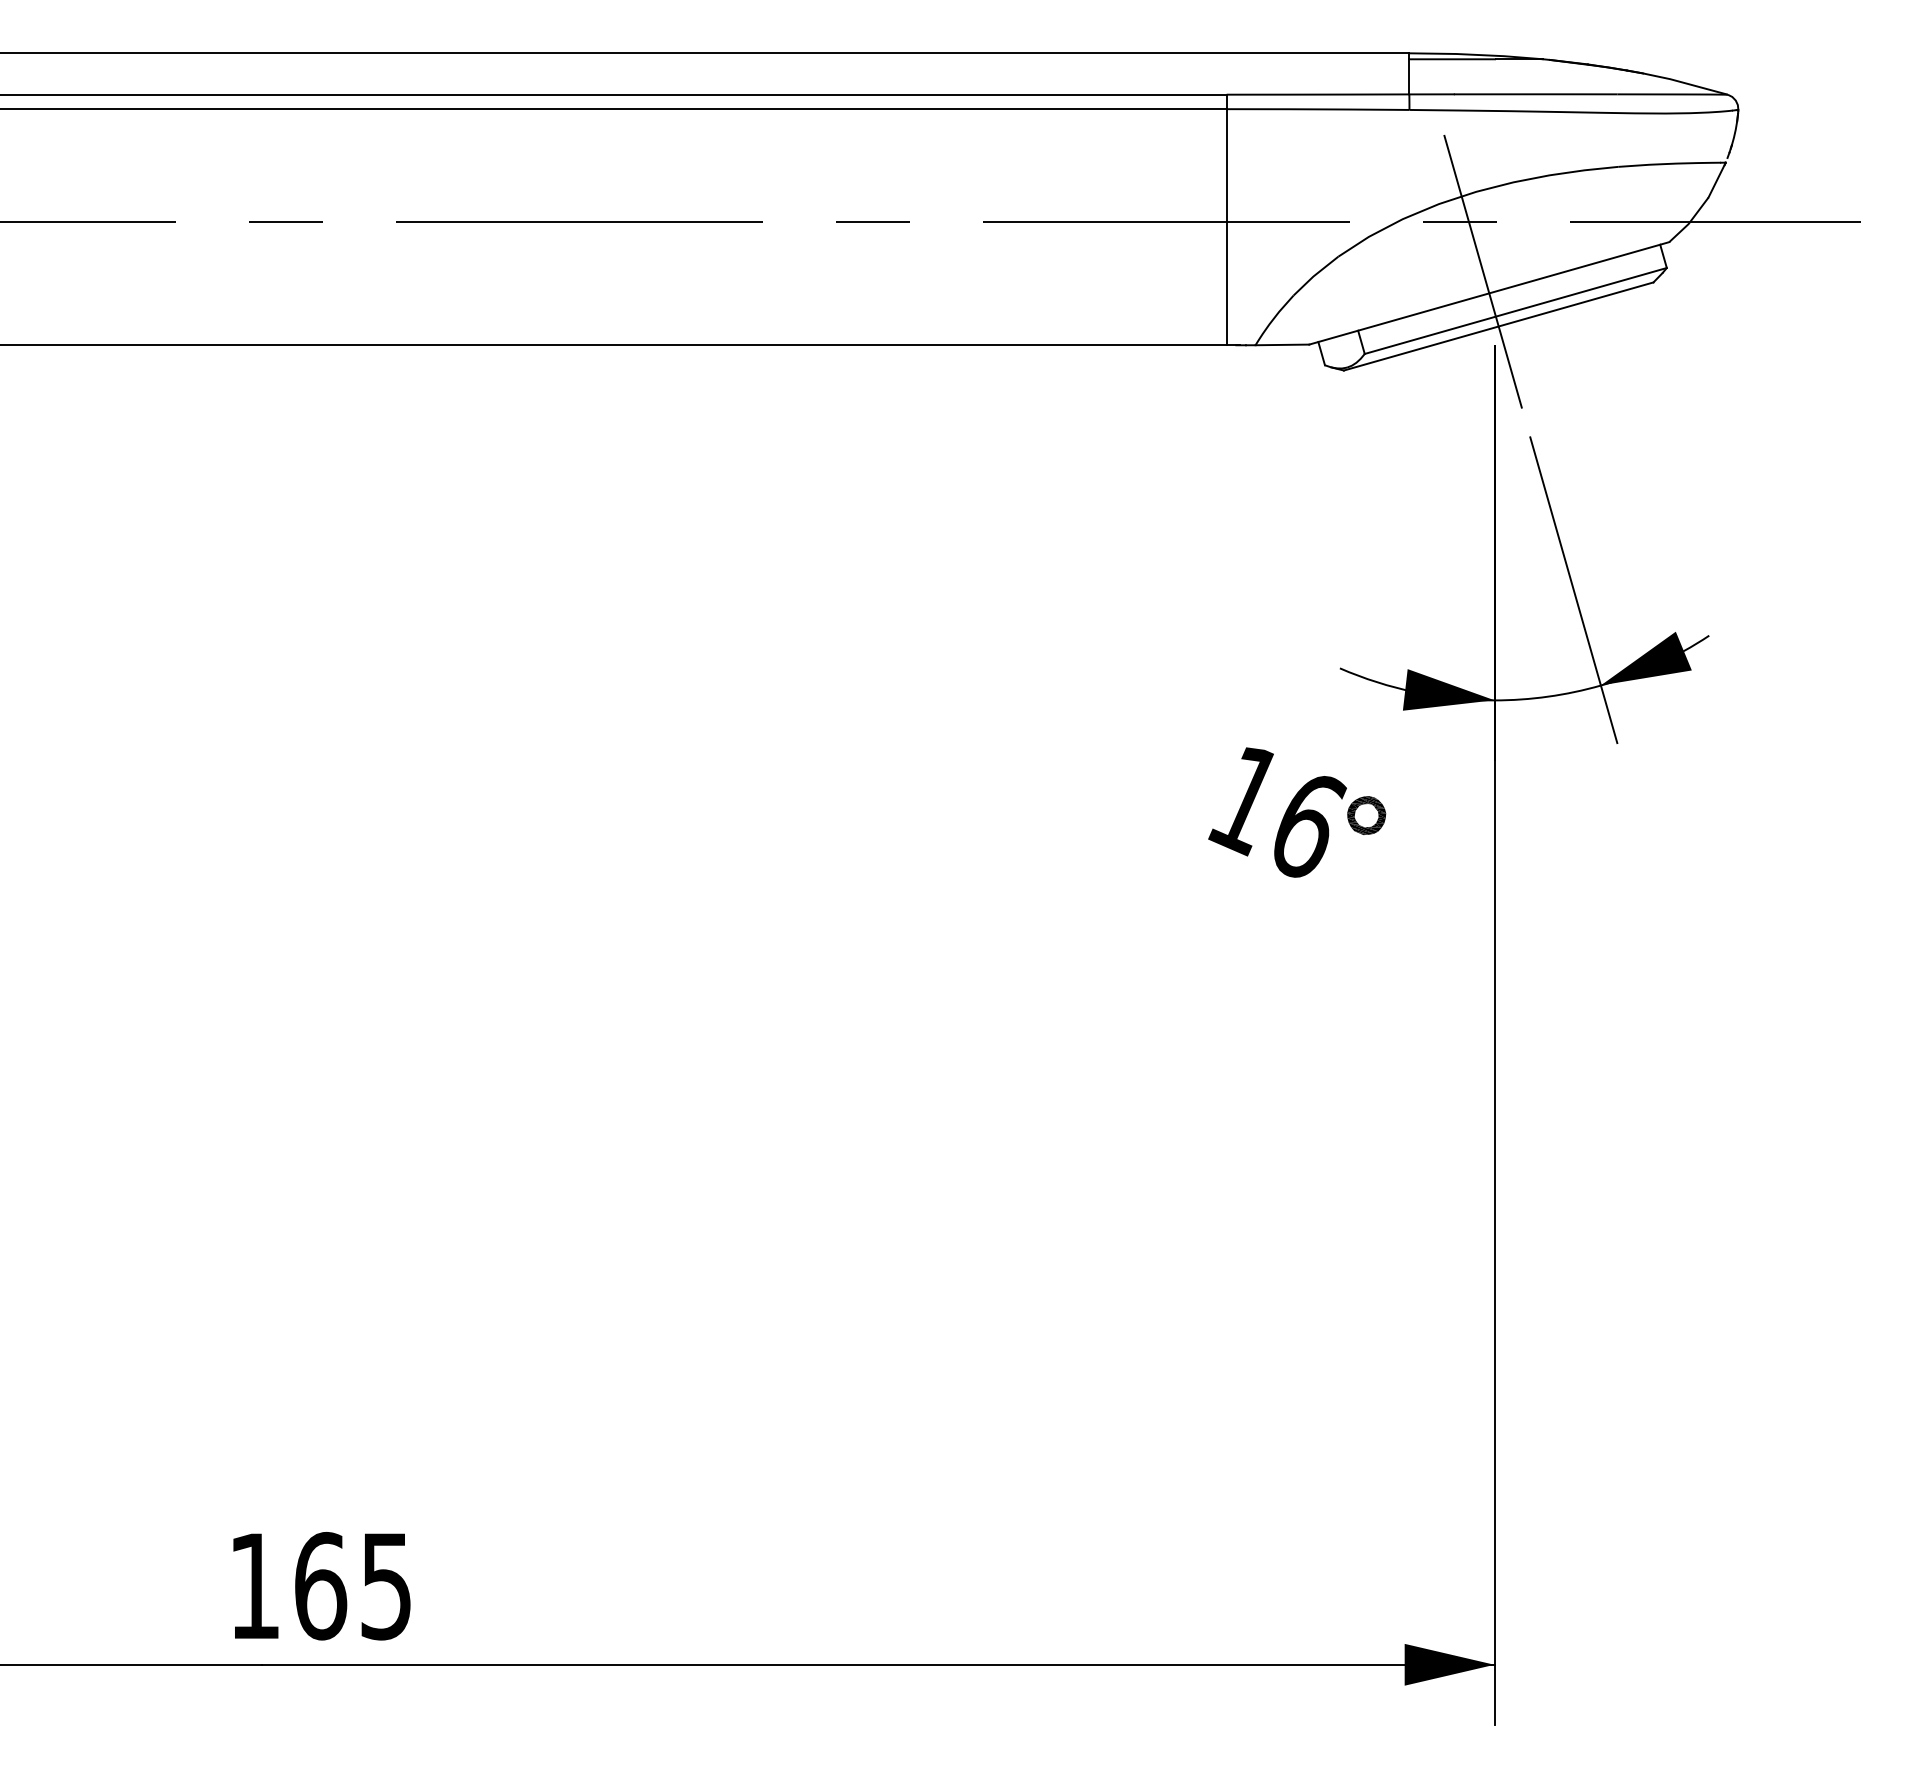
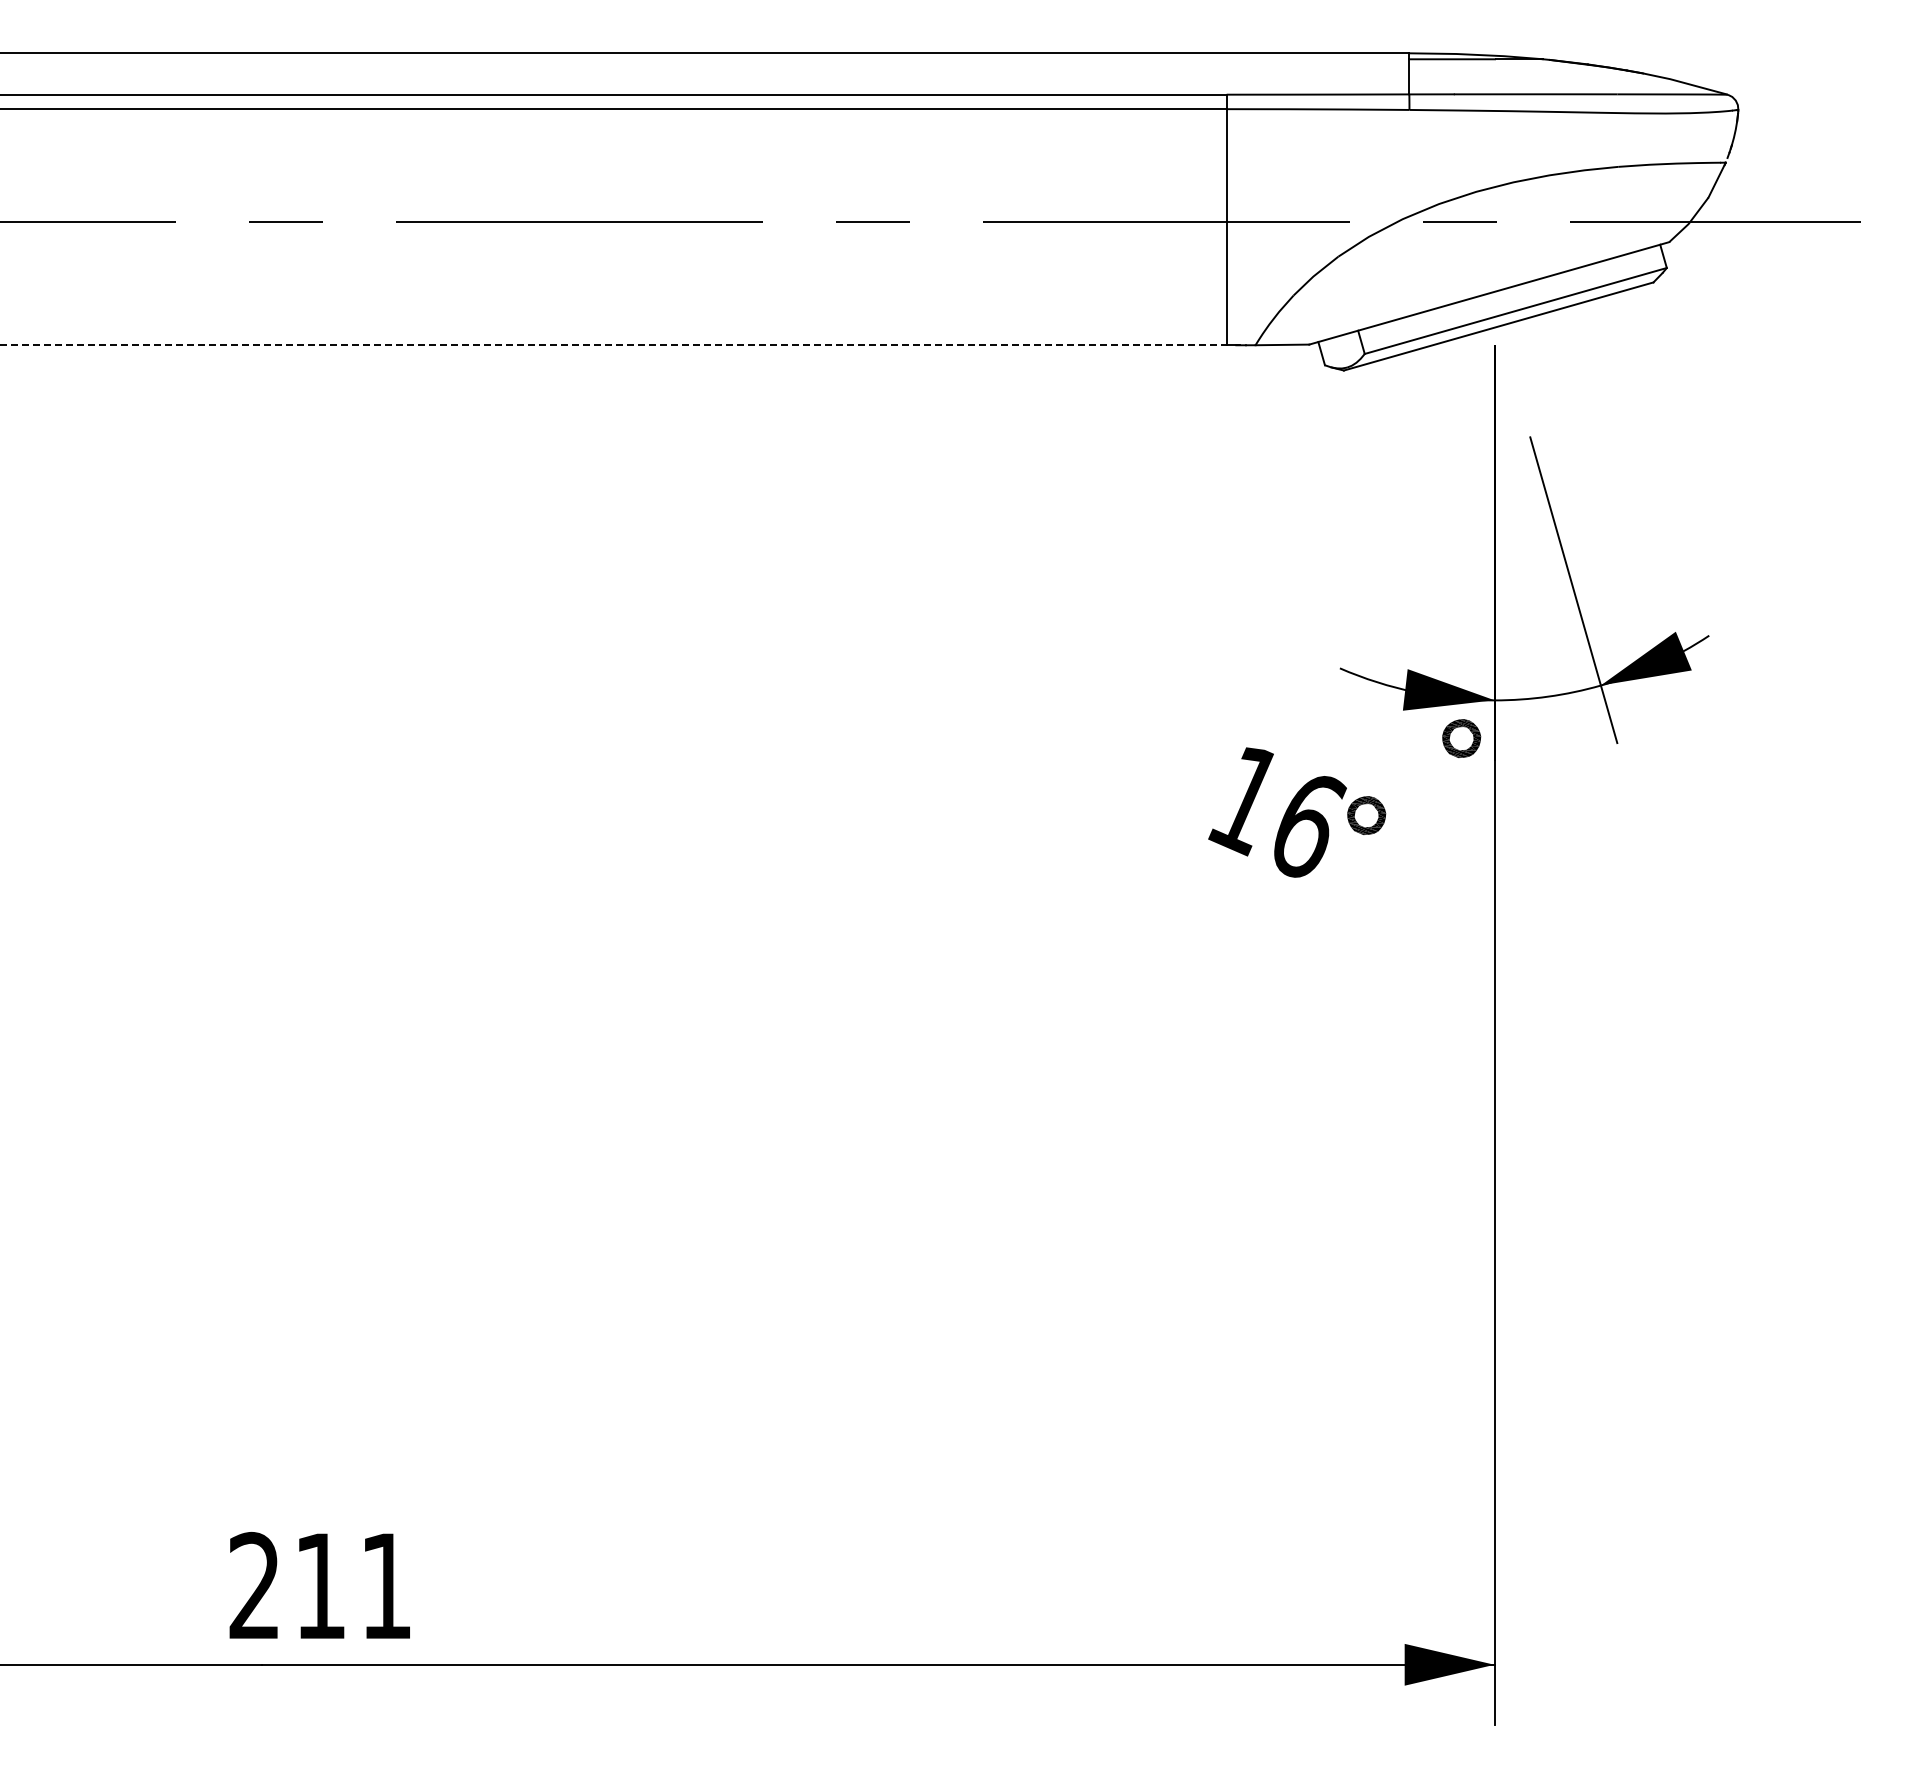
line at (1483, 271): present -> none
line at (614, 345): solid -> dashed
part at (1461, 738): none -> present
text at (319, 1585): 165 -> 211
